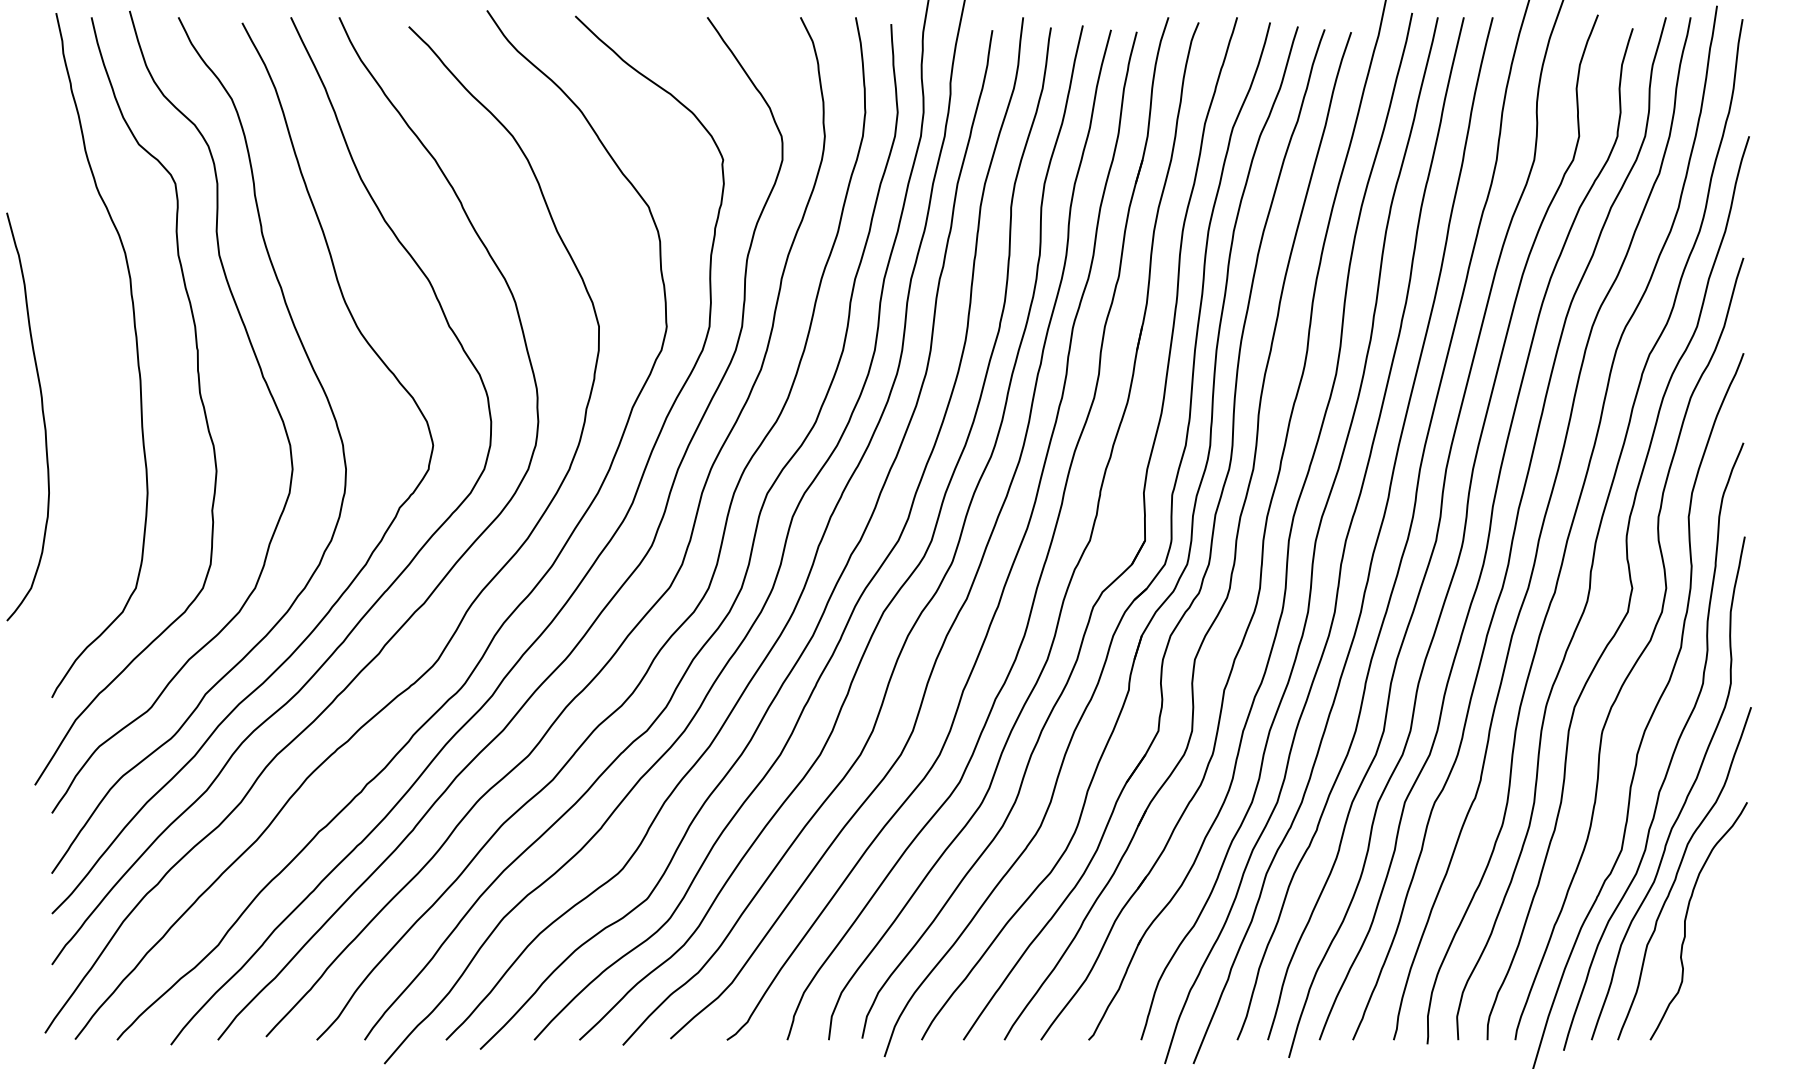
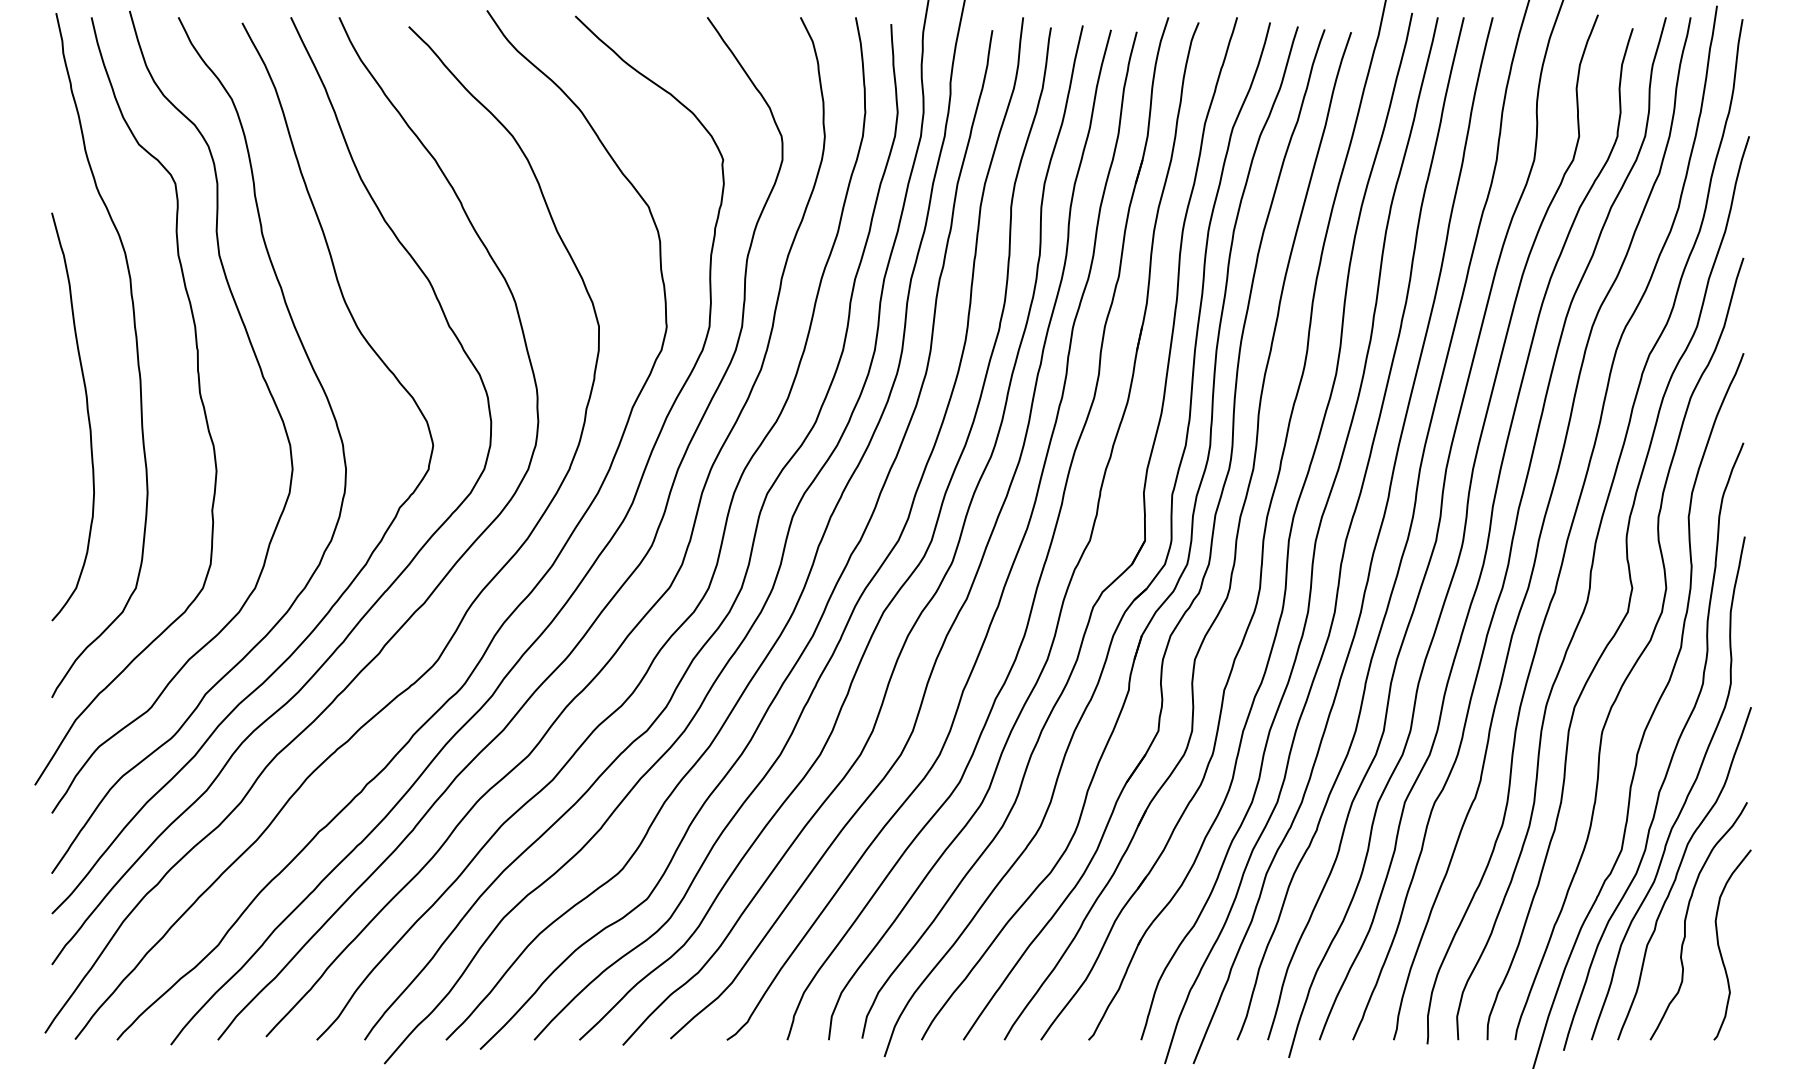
curve at (42, 416) position: (42, 416) -> (87, 416)
curve at (1720, 948): none -> present
